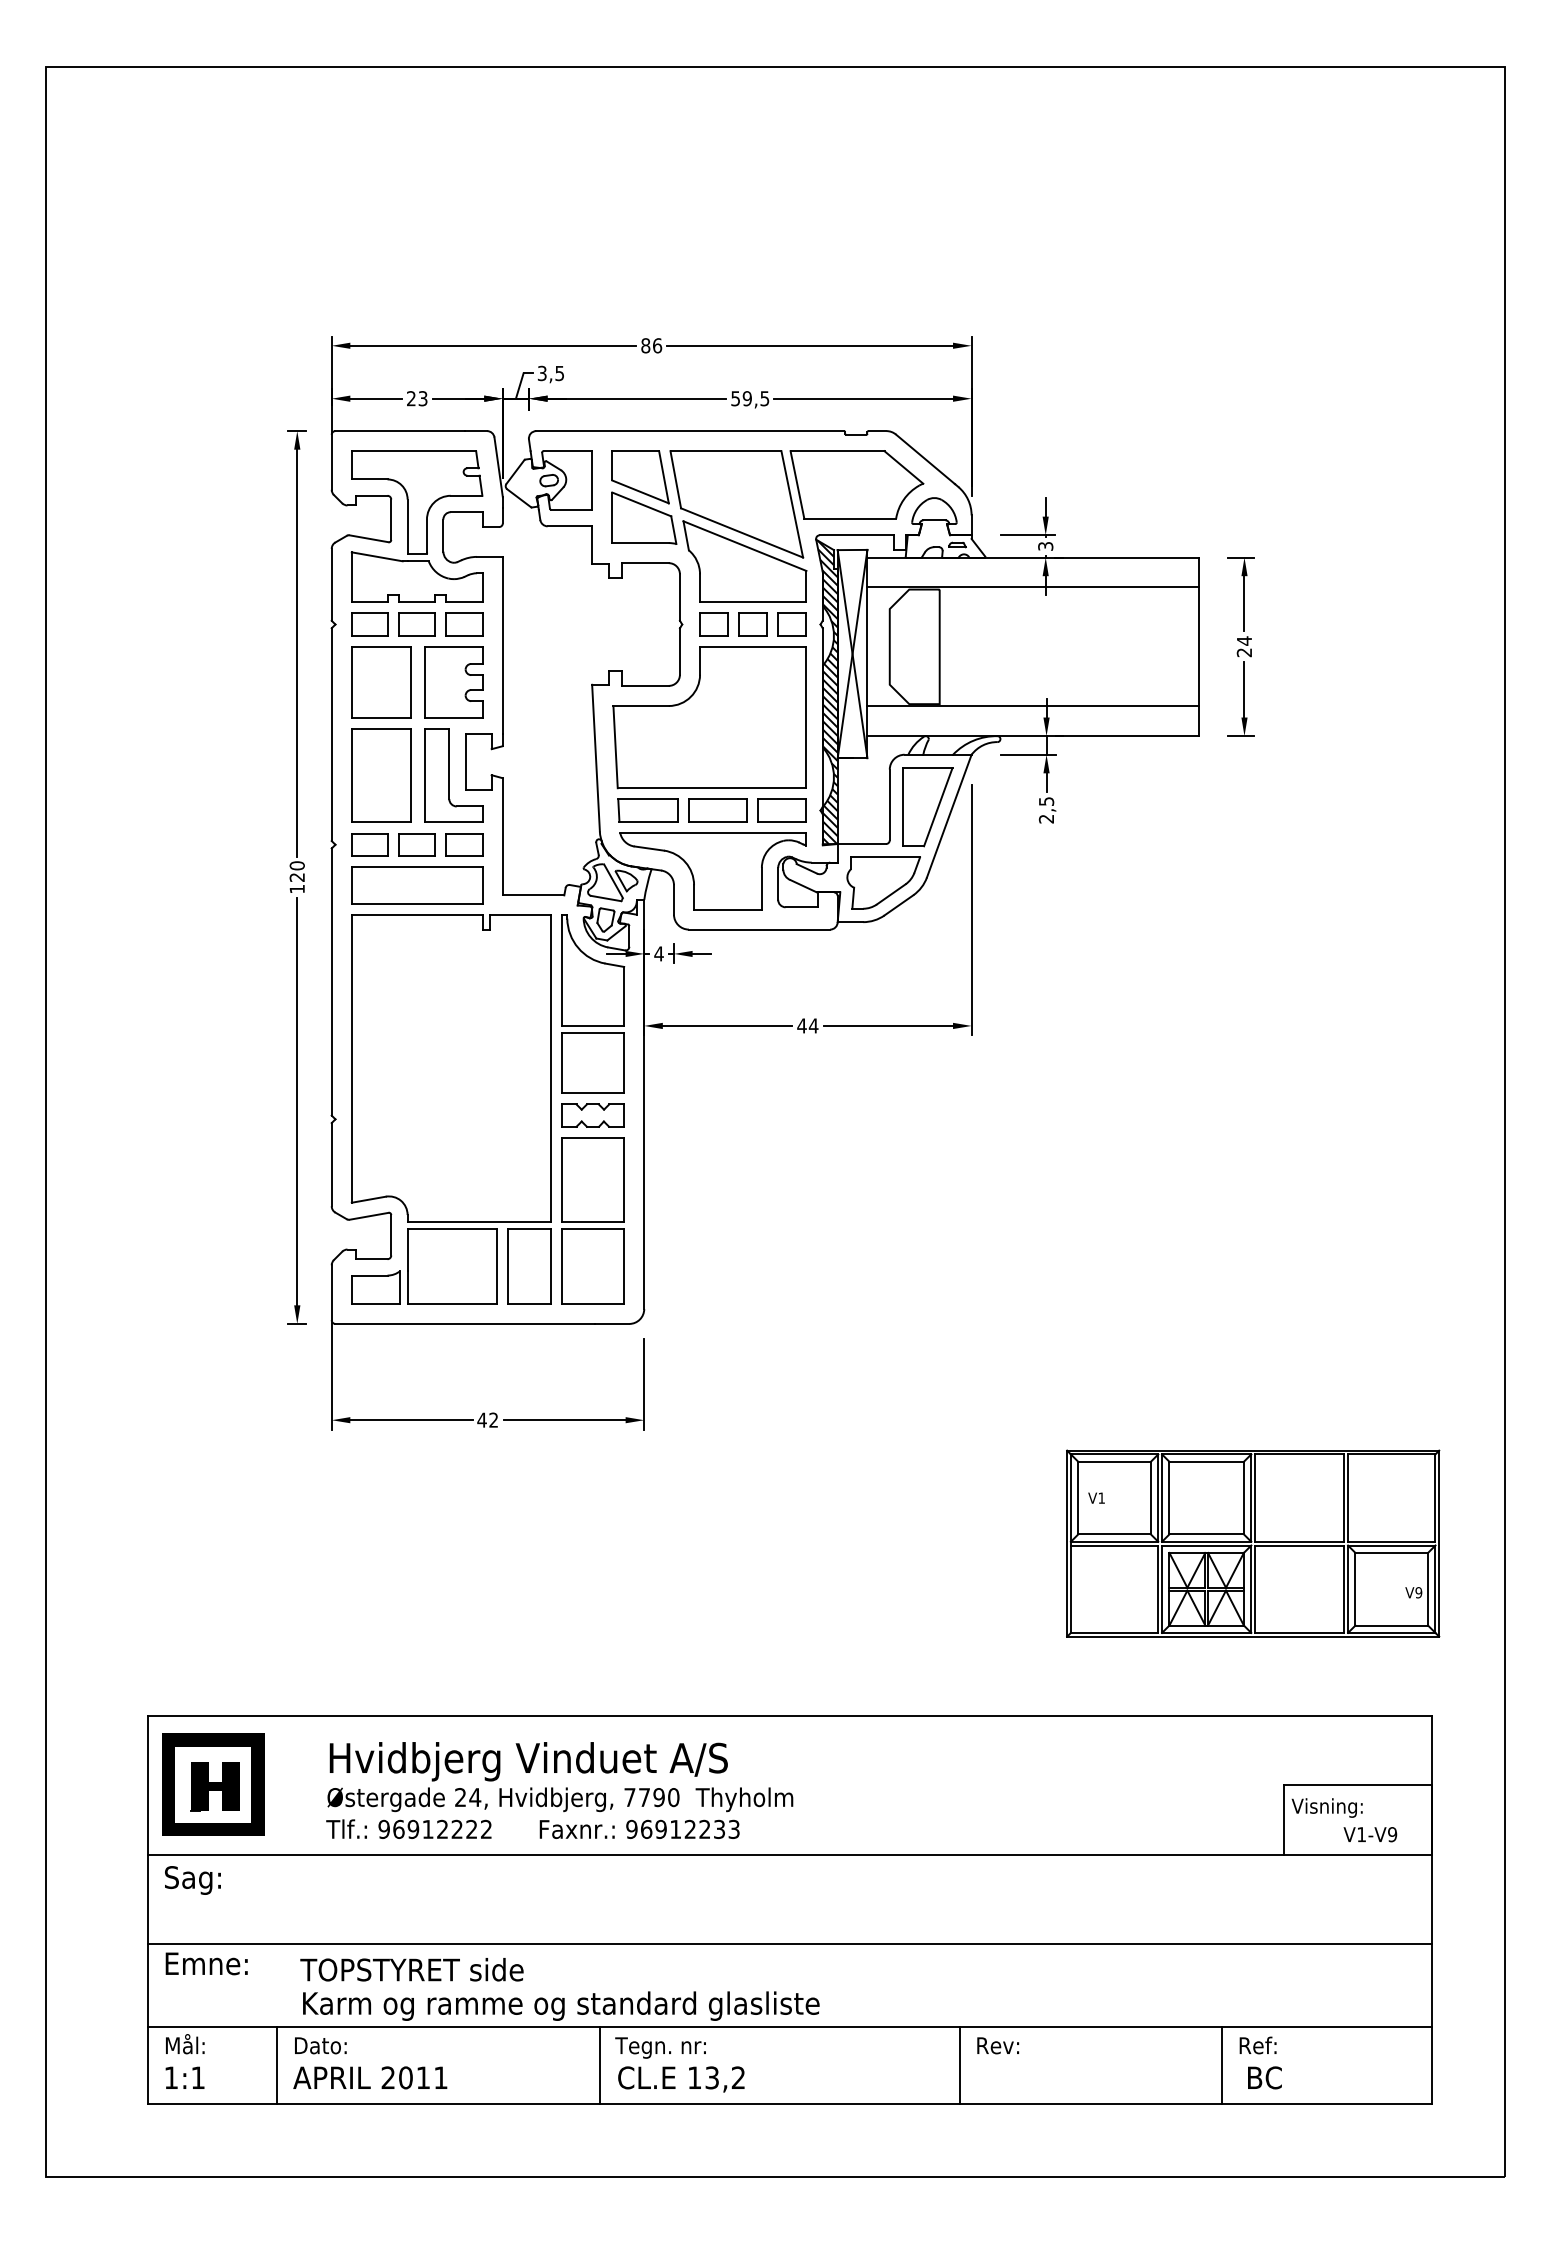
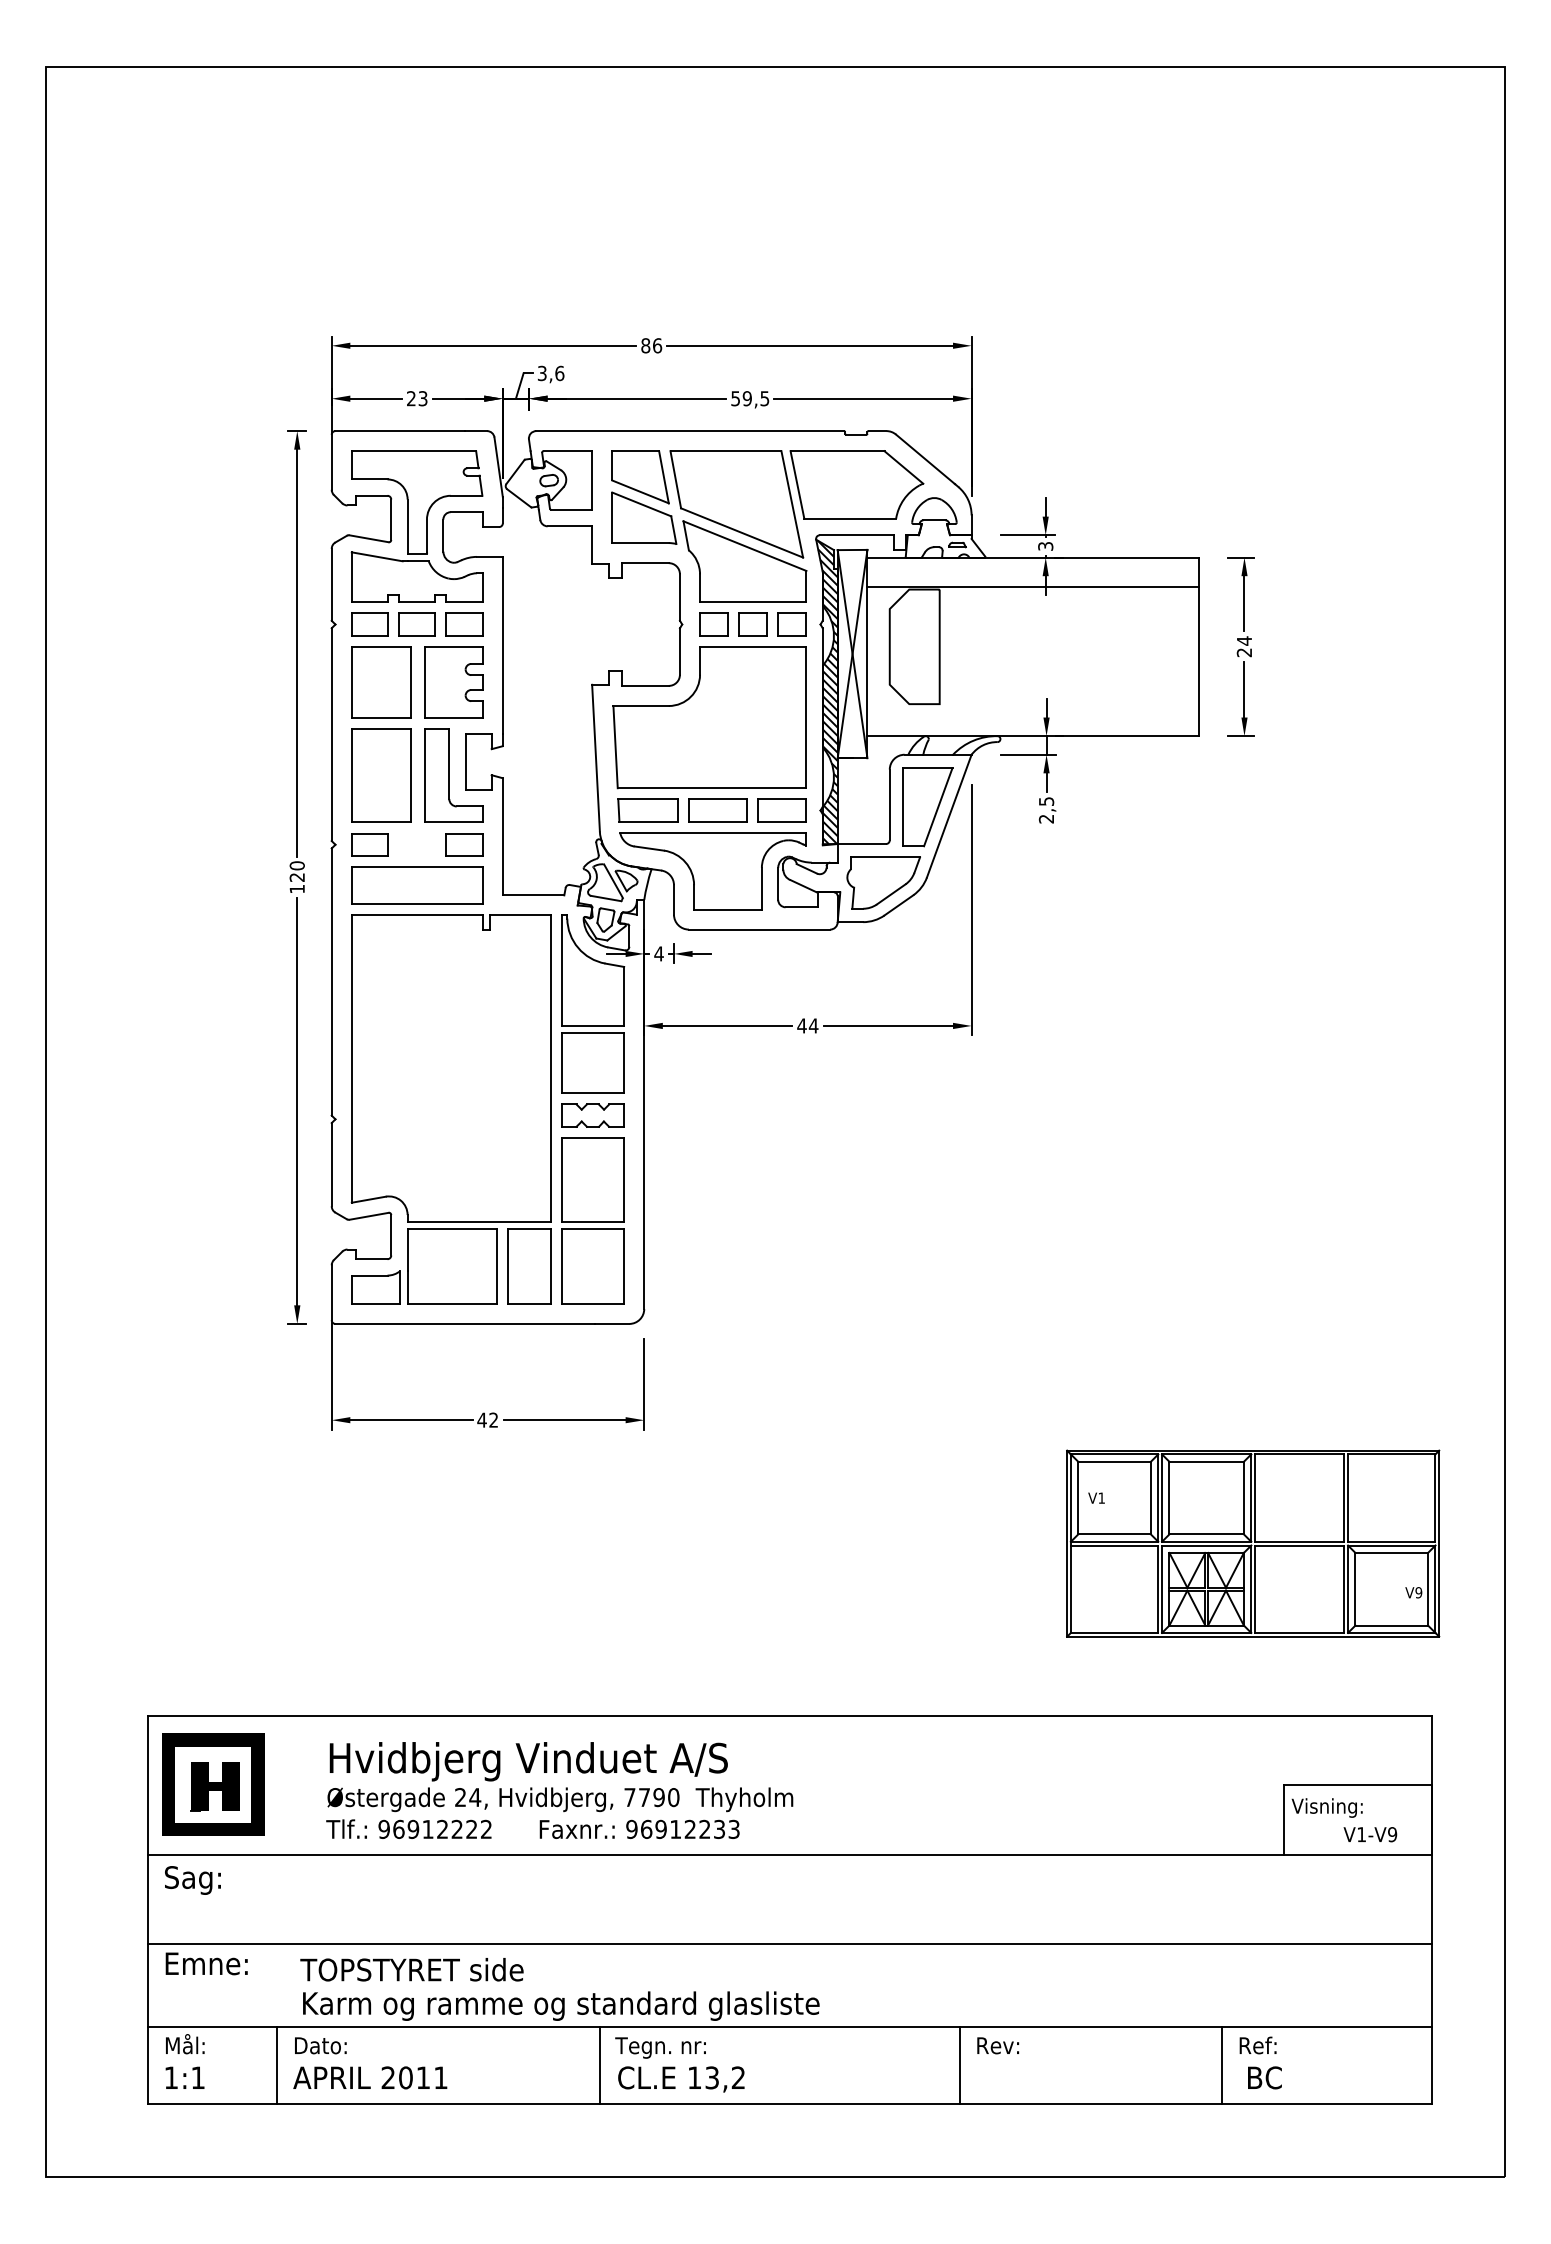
text at (559, 373): 3,5 -> 3,6
line at (1032, 706): present -> none
part at (416, 844): present -> none
